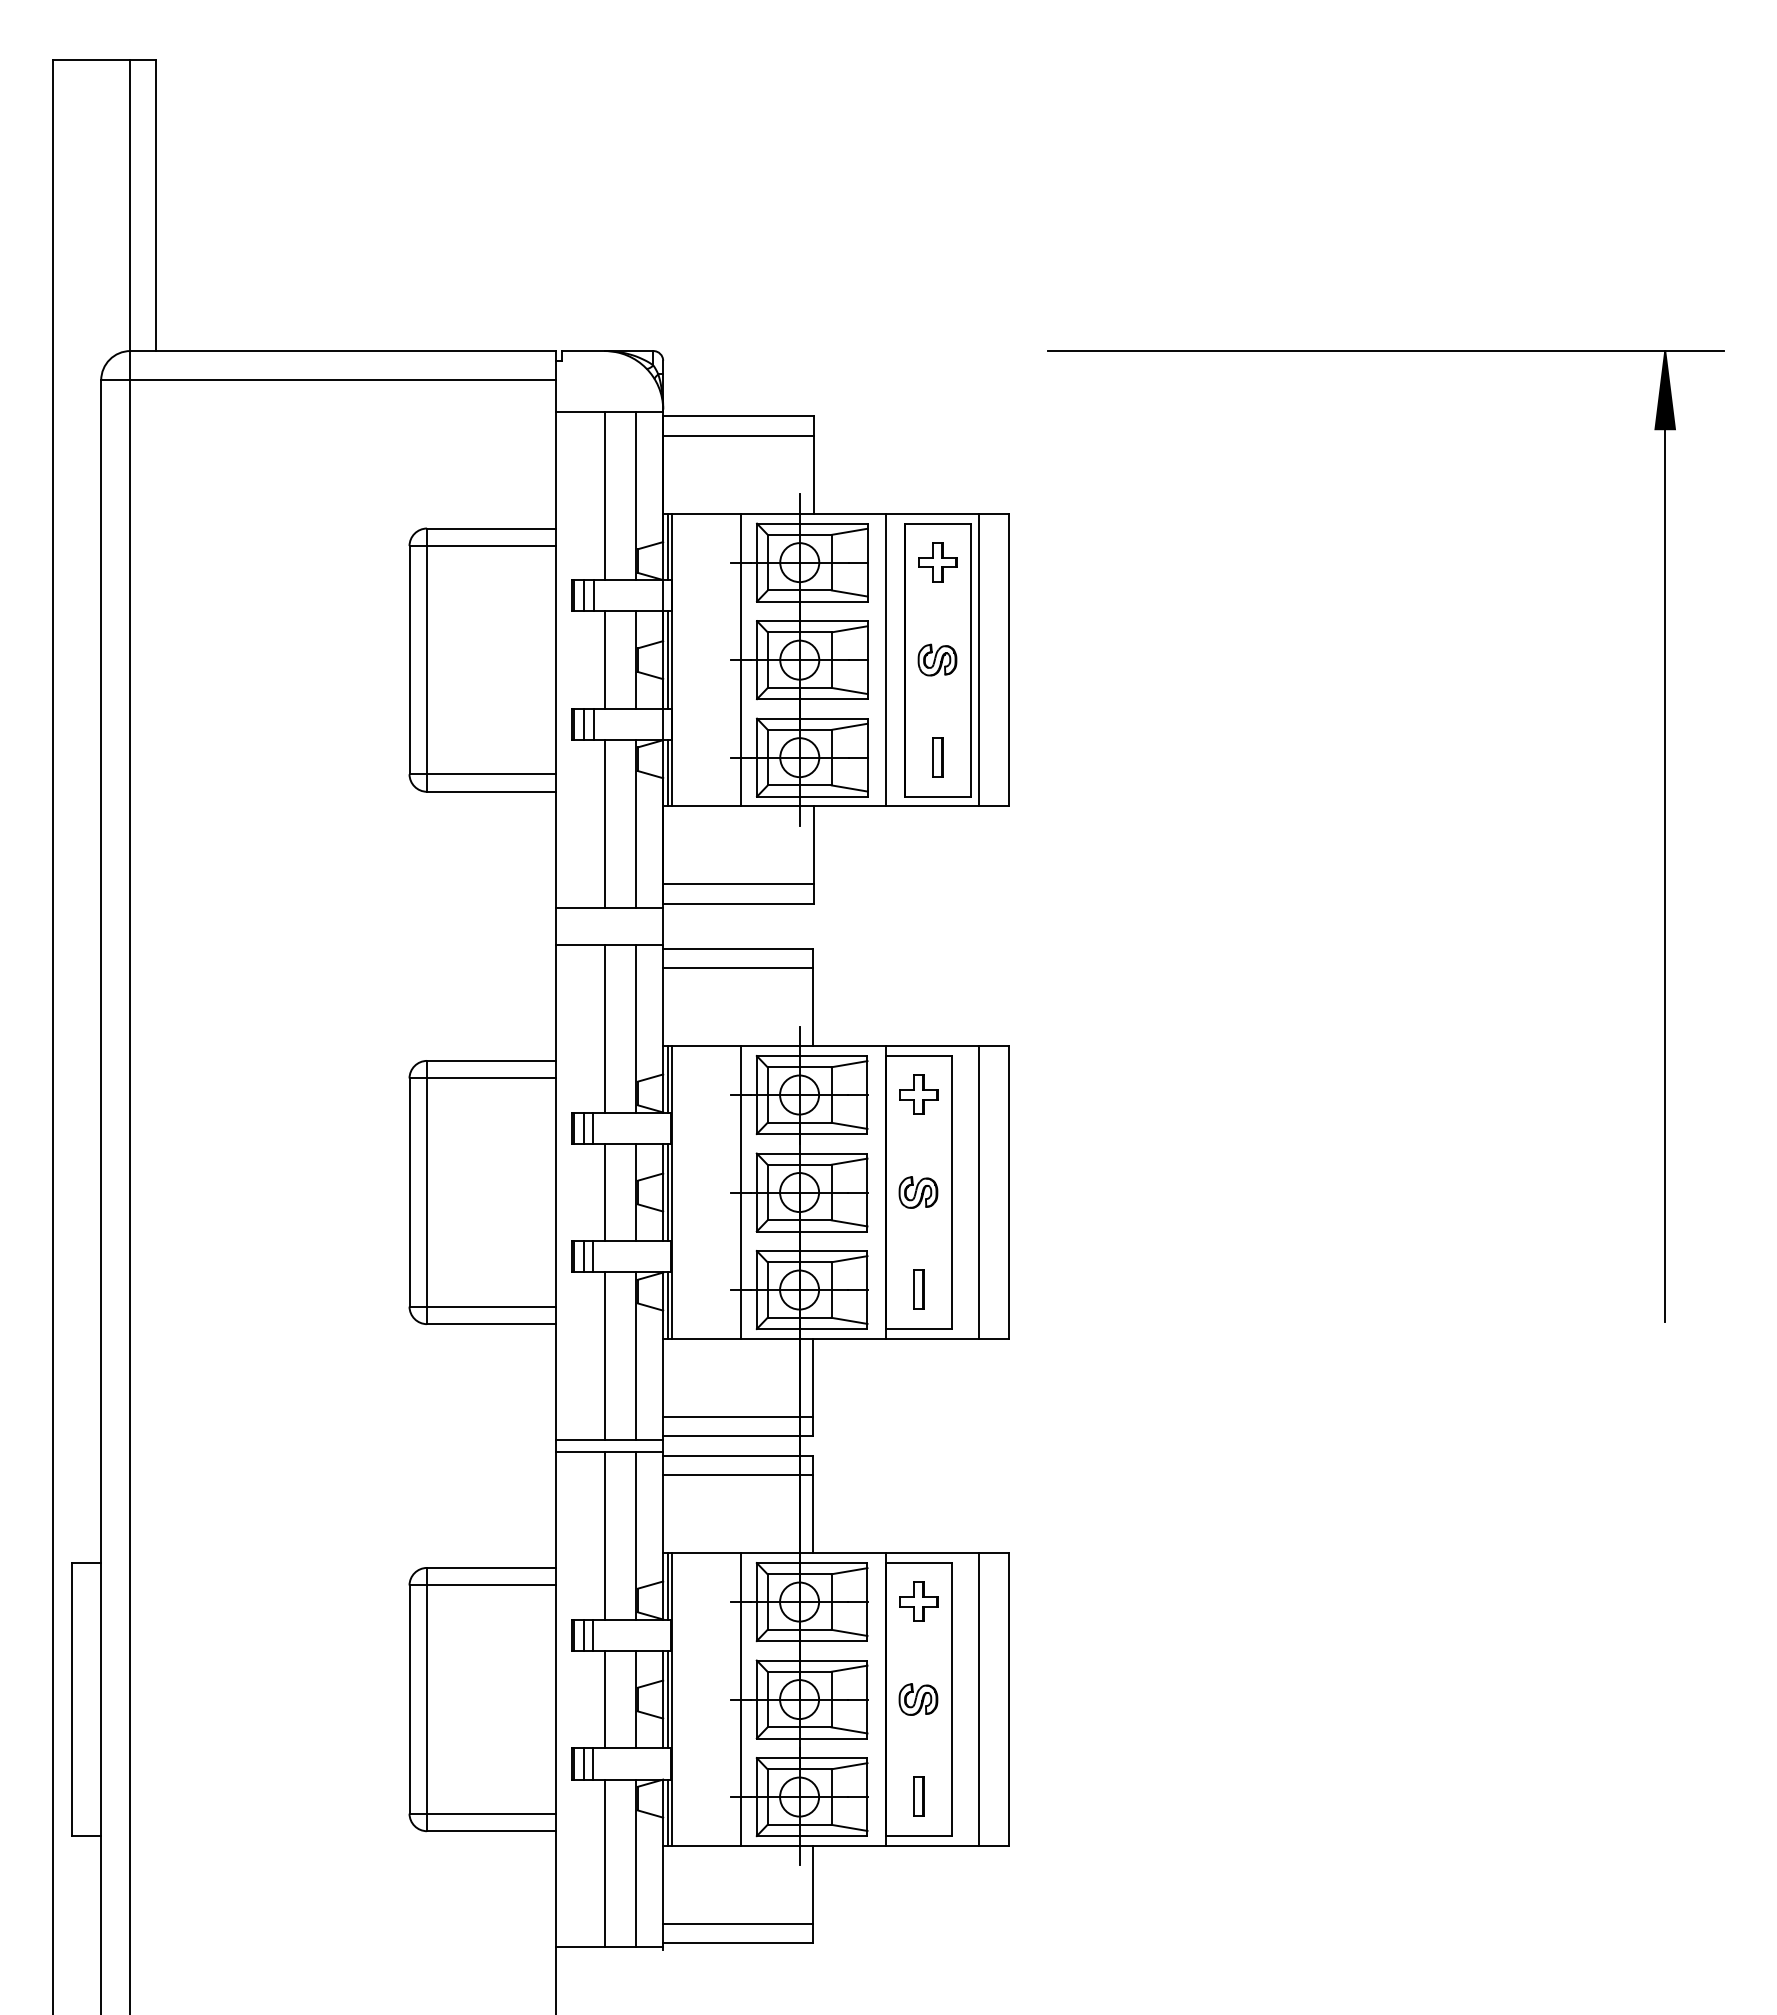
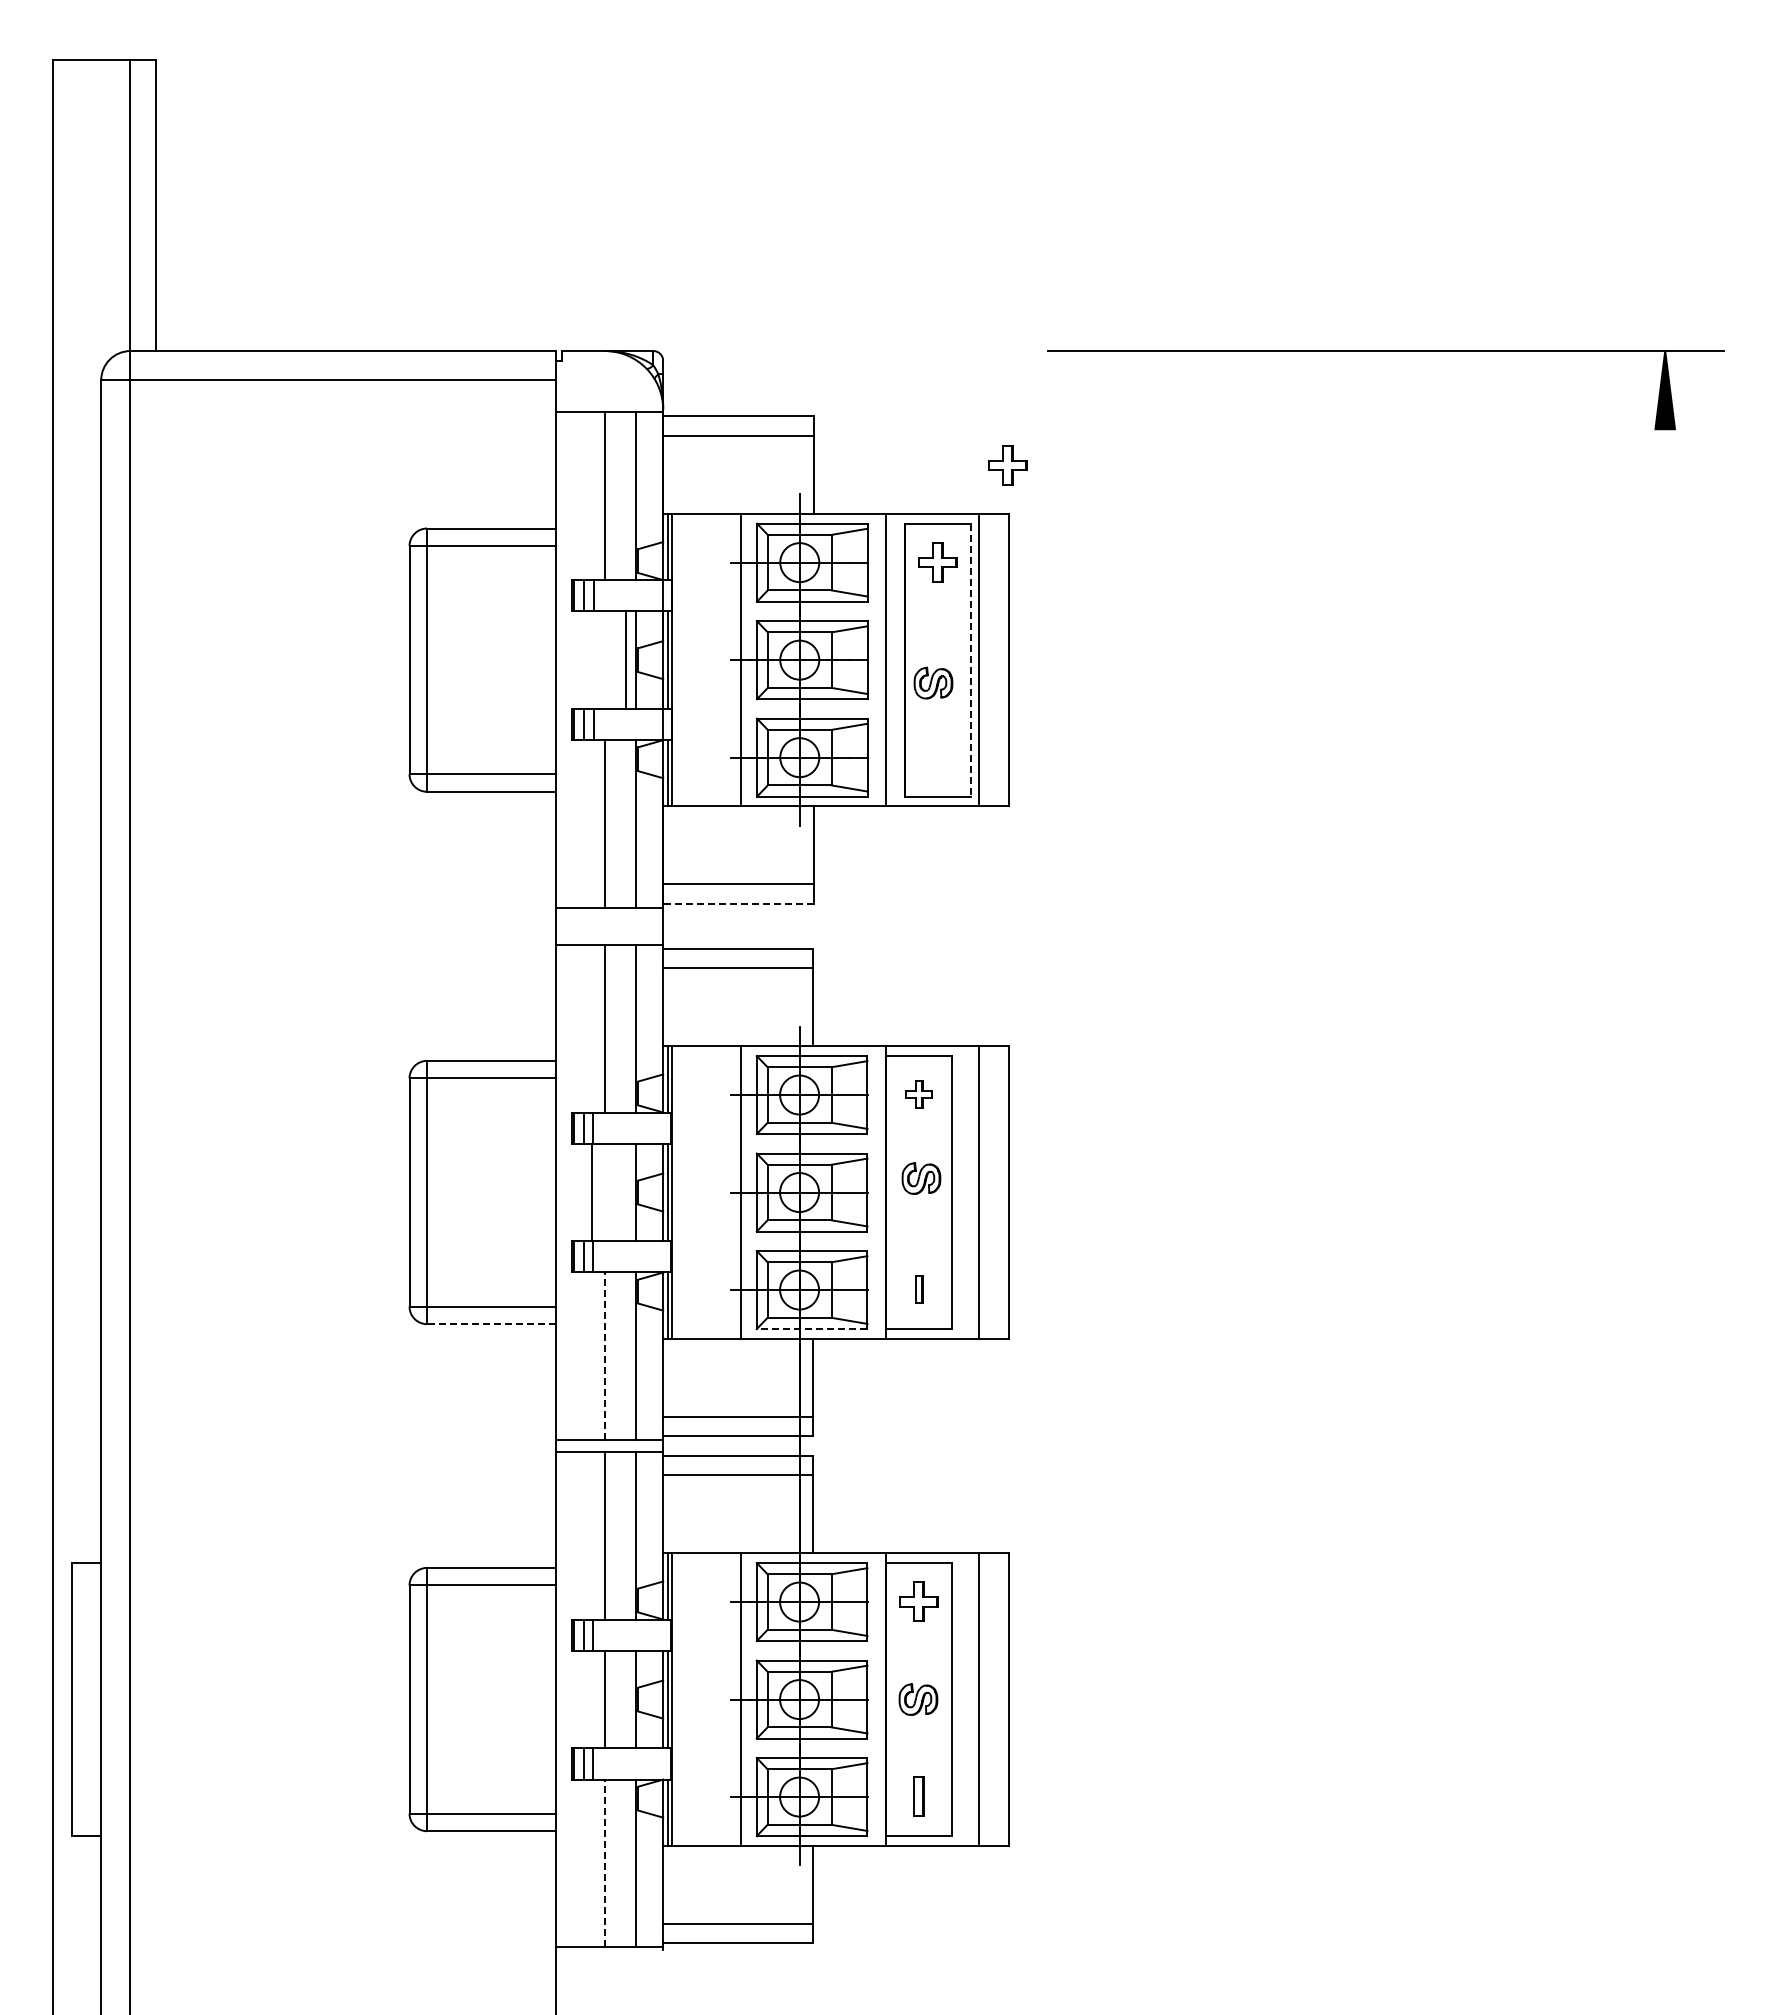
part at (1007, 465): none -> present
line at (604, 659) position: (604, 659) -> (625, 659)
part at (937, 659) position: (937, 659) -> (933, 682)
line at (971, 660): solid -> dashed
part at (937, 757): present -> none
line at (1665, 836): present -> none
line at (738, 903): solid -> dashed
part at (918, 1094) size: 40x41 px -> 28x29 px
line at (604, 1192) position: (604, 1192) -> (591, 1192)
part at (918, 1192) position: (918, 1192) -> (921, 1178)
part at (918, 1289) size: 12x41 px -> 9x29 px
line at (490, 1324): solid -> dashed
line at (811, 1329): solid -> dashed
line at (604, 1356): solid -> dashed
line at (604, 1863): solid -> dashed
